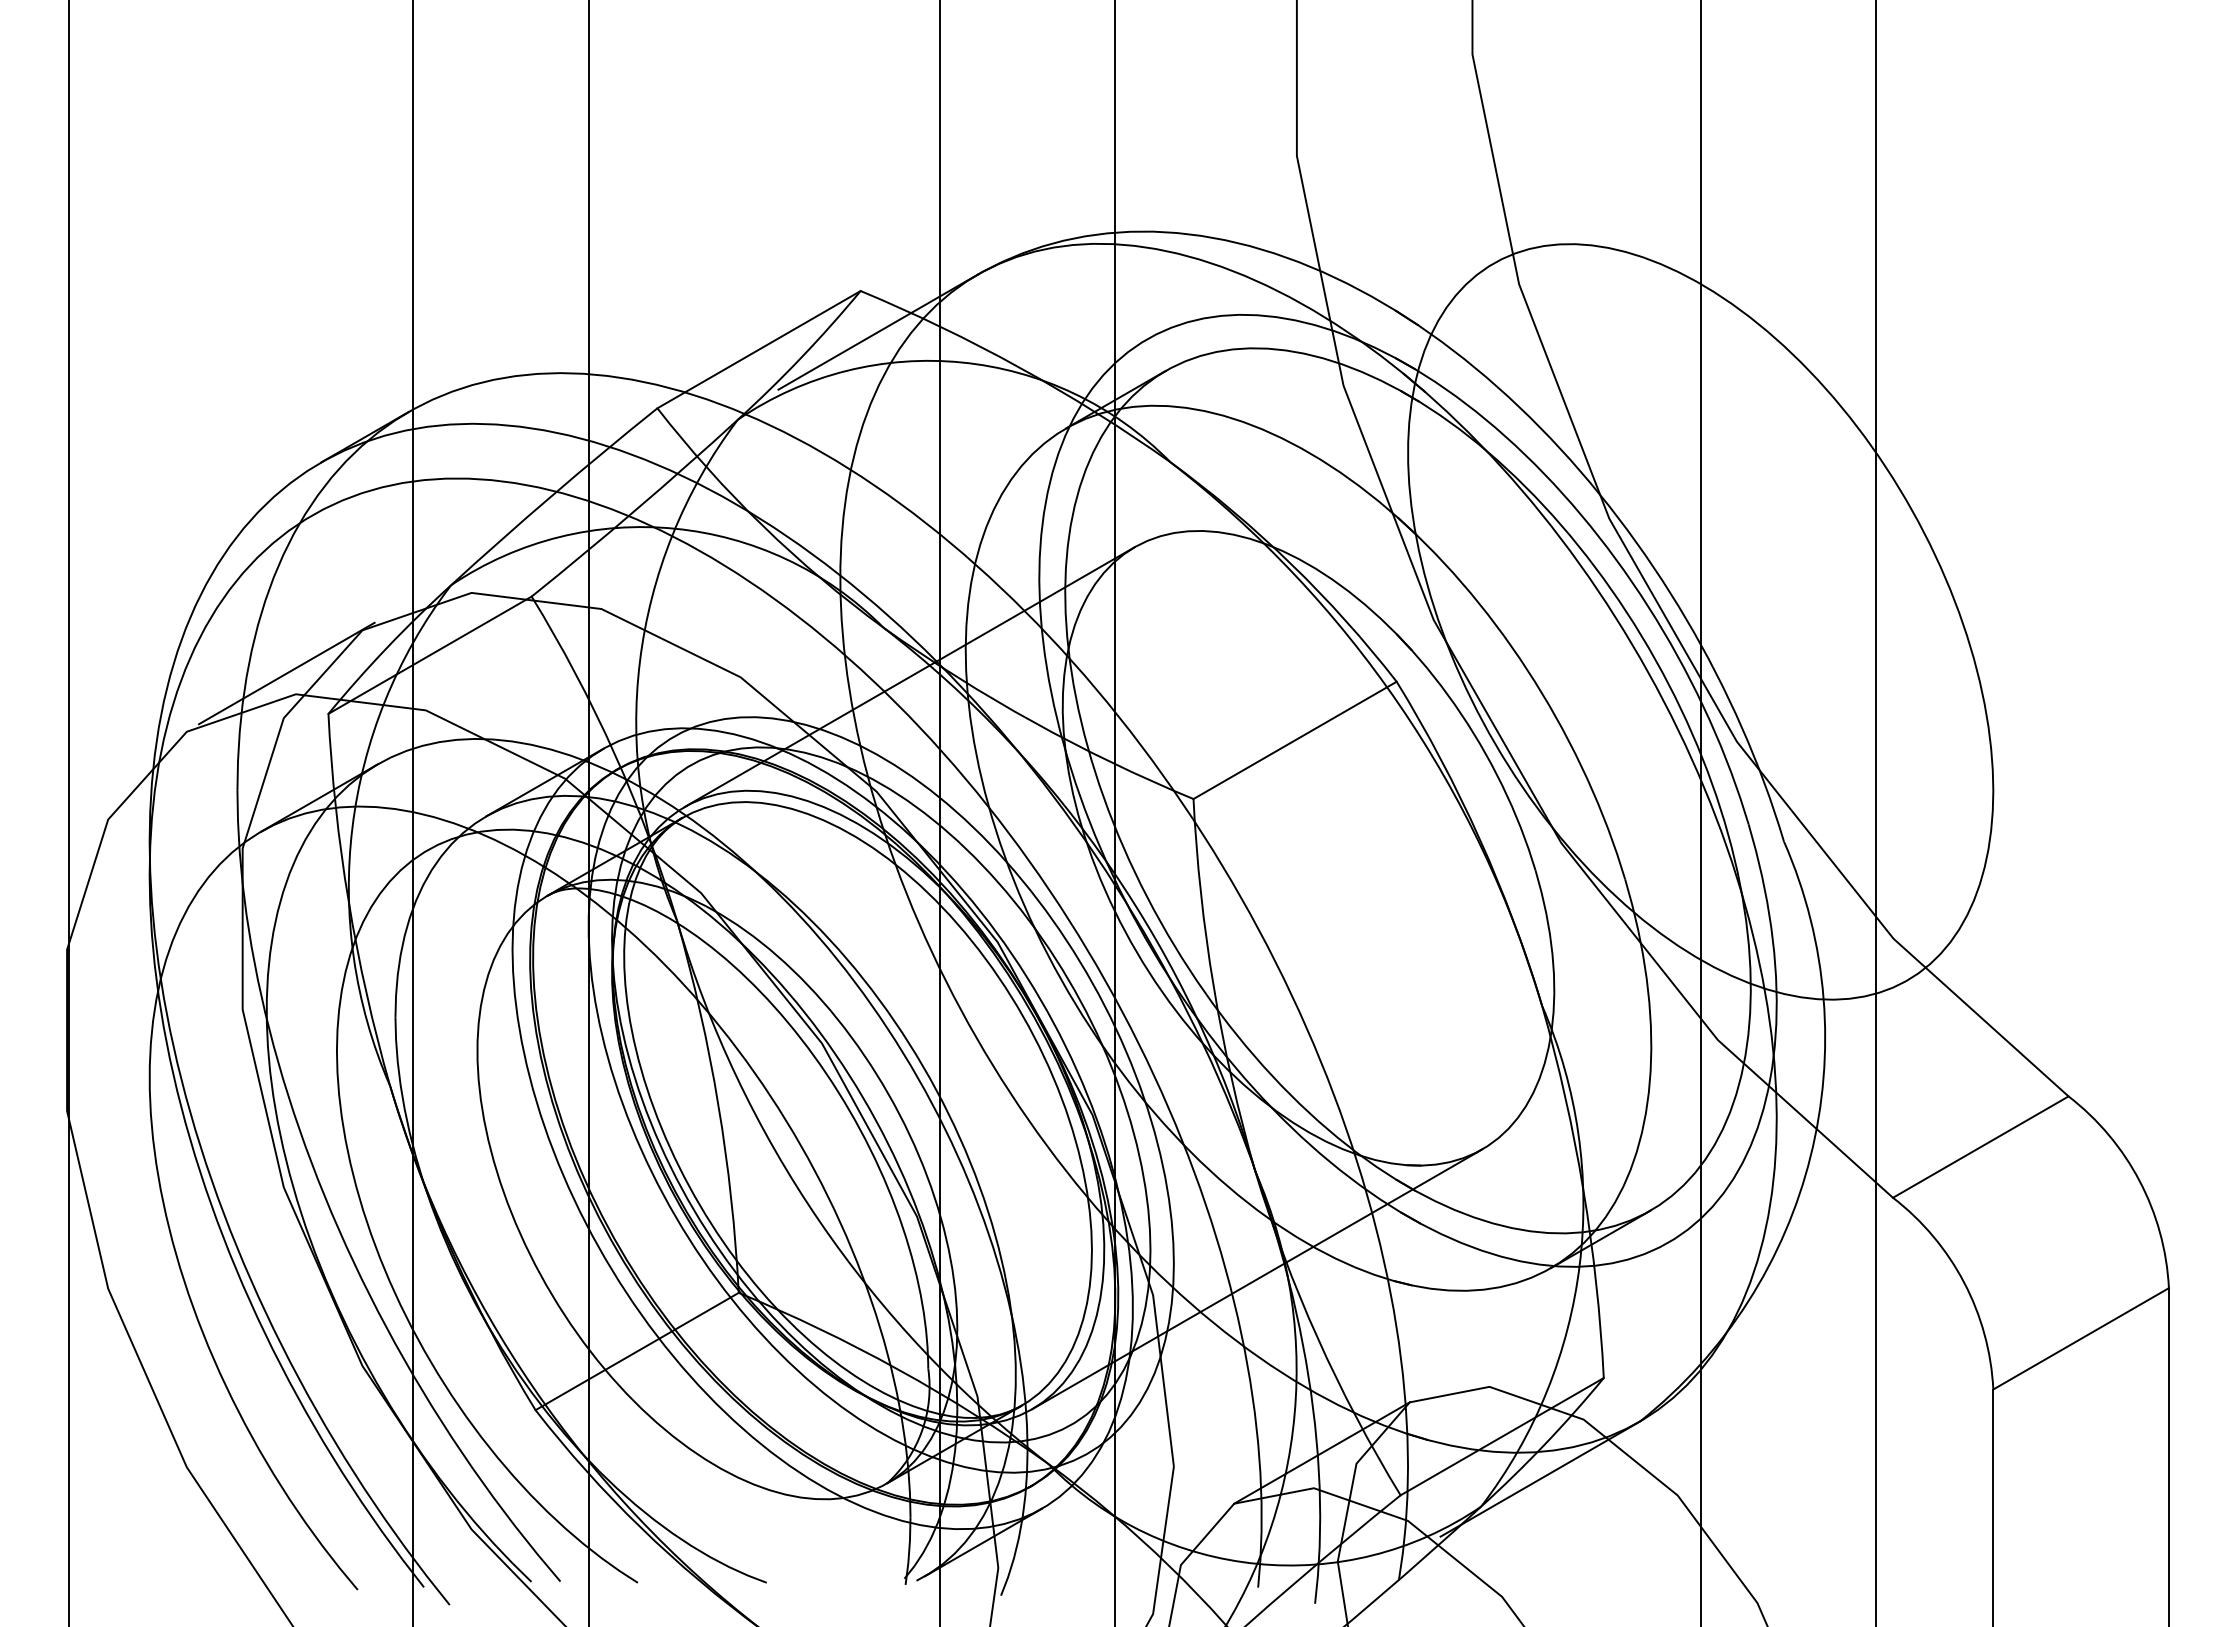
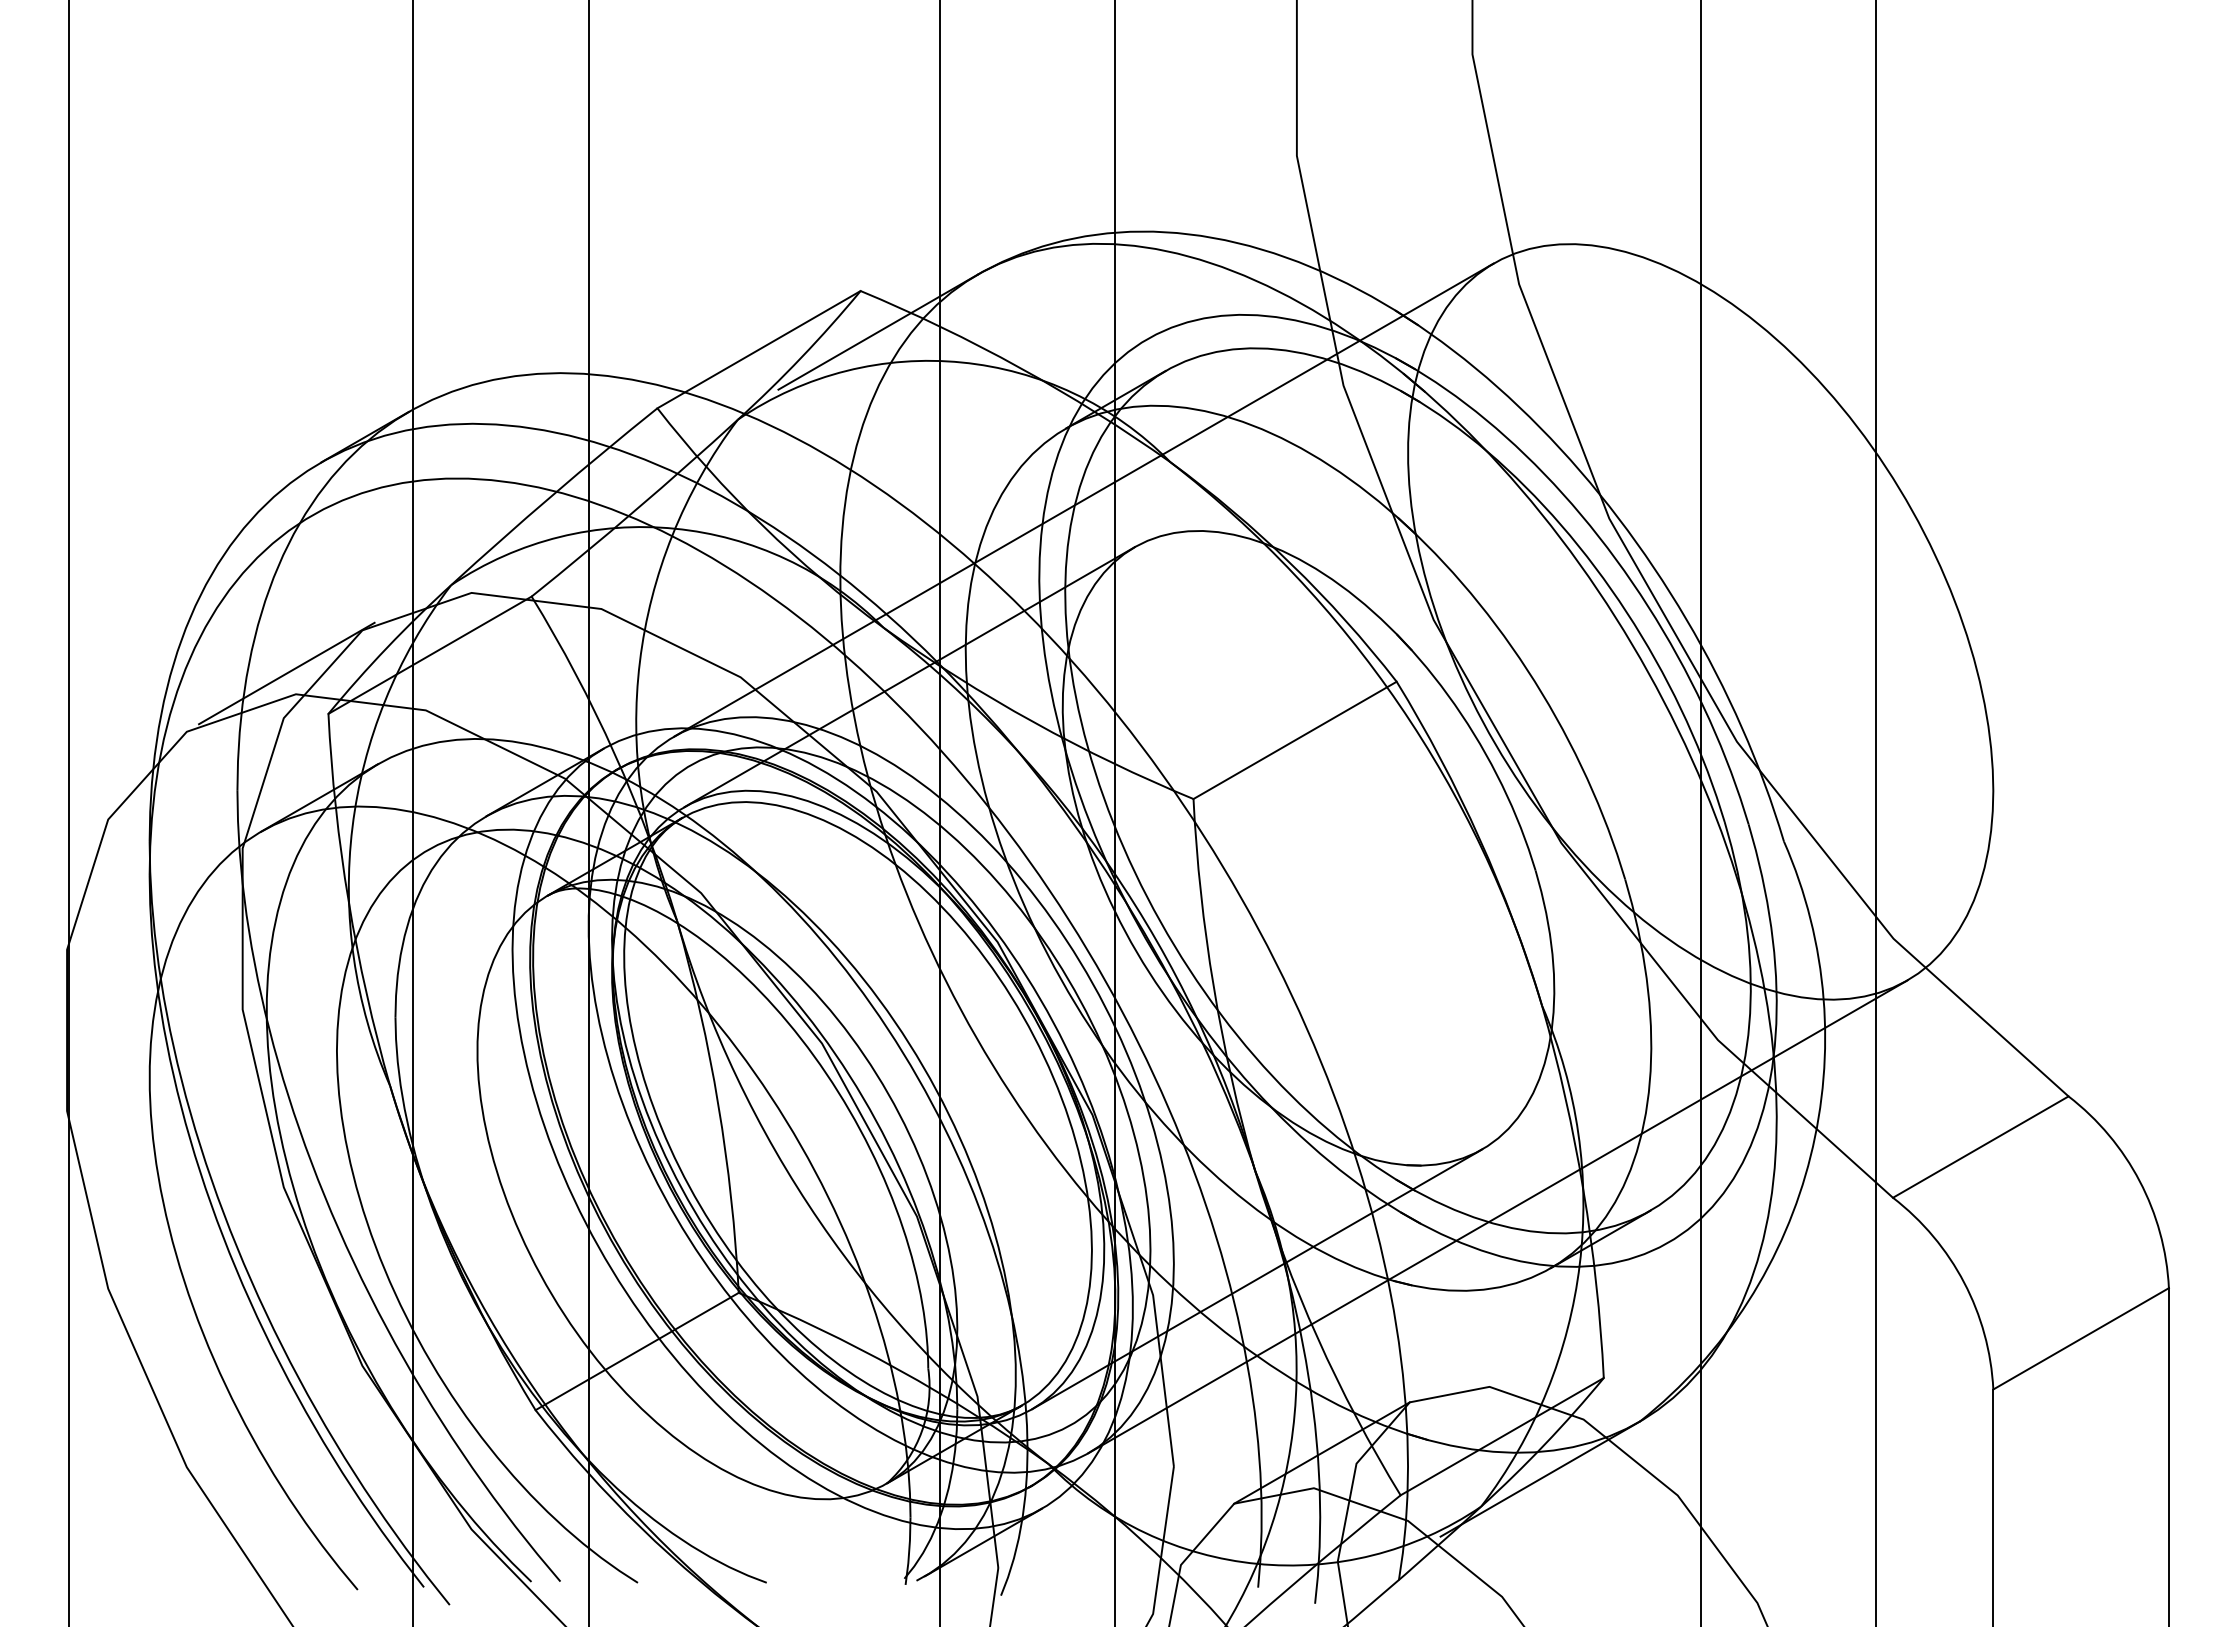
line at (1083, 499): none -> present
line at (1497, 1216): none -> present
